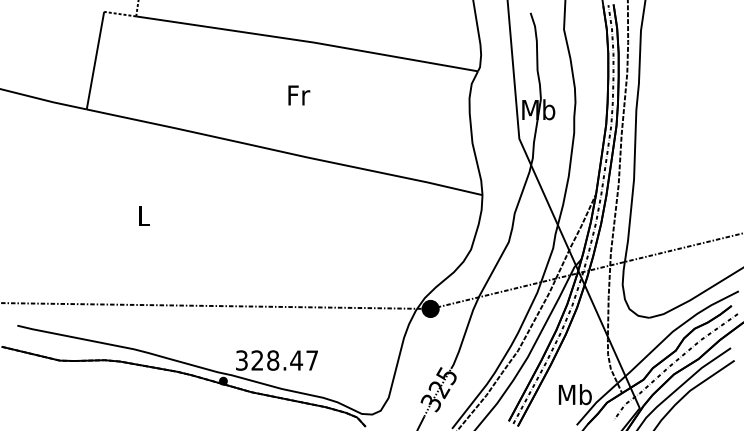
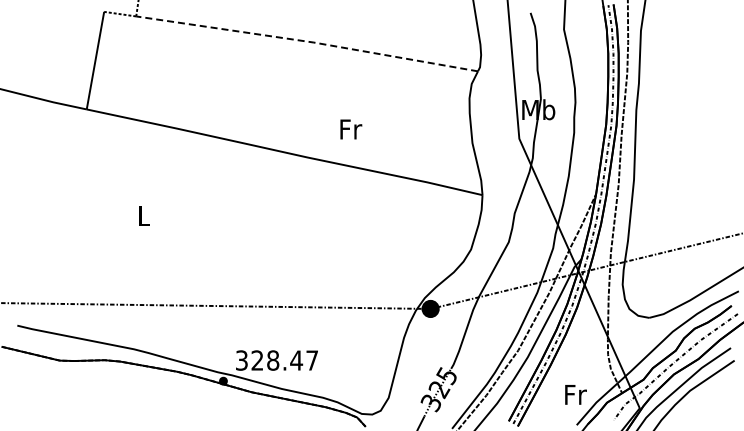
line at (308, 41): solid -> dashed
text at (299, 95) position: (299, 95) -> (351, 129)
text at (574, 394): Mb -> Fr
